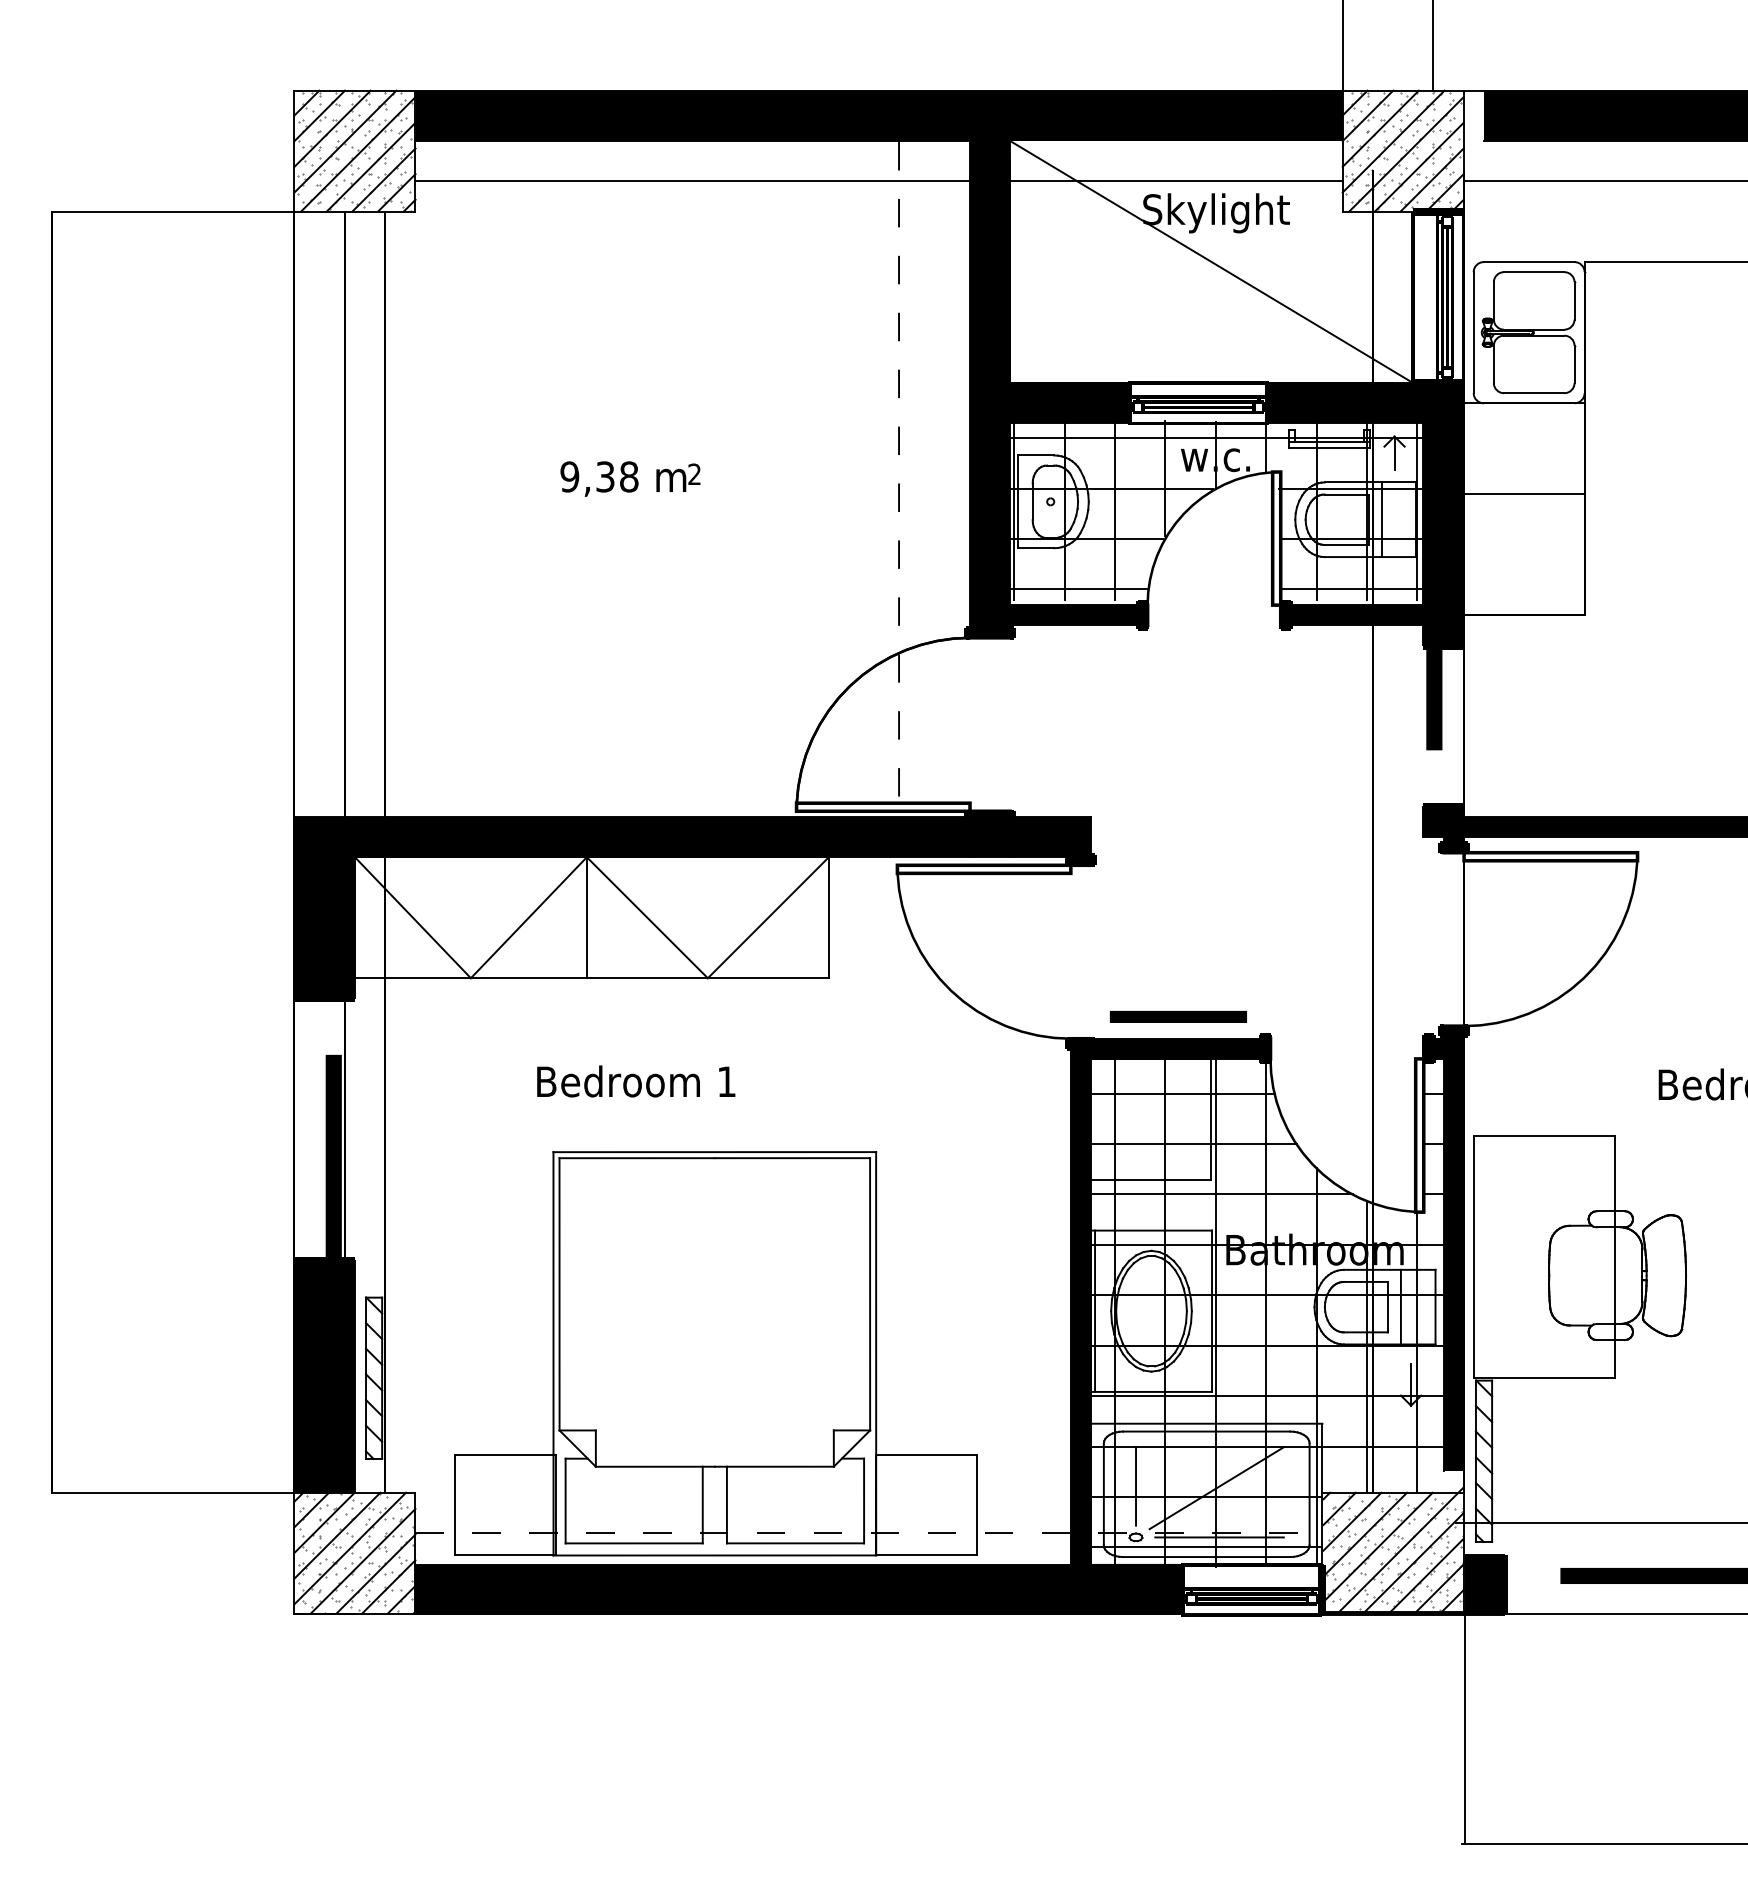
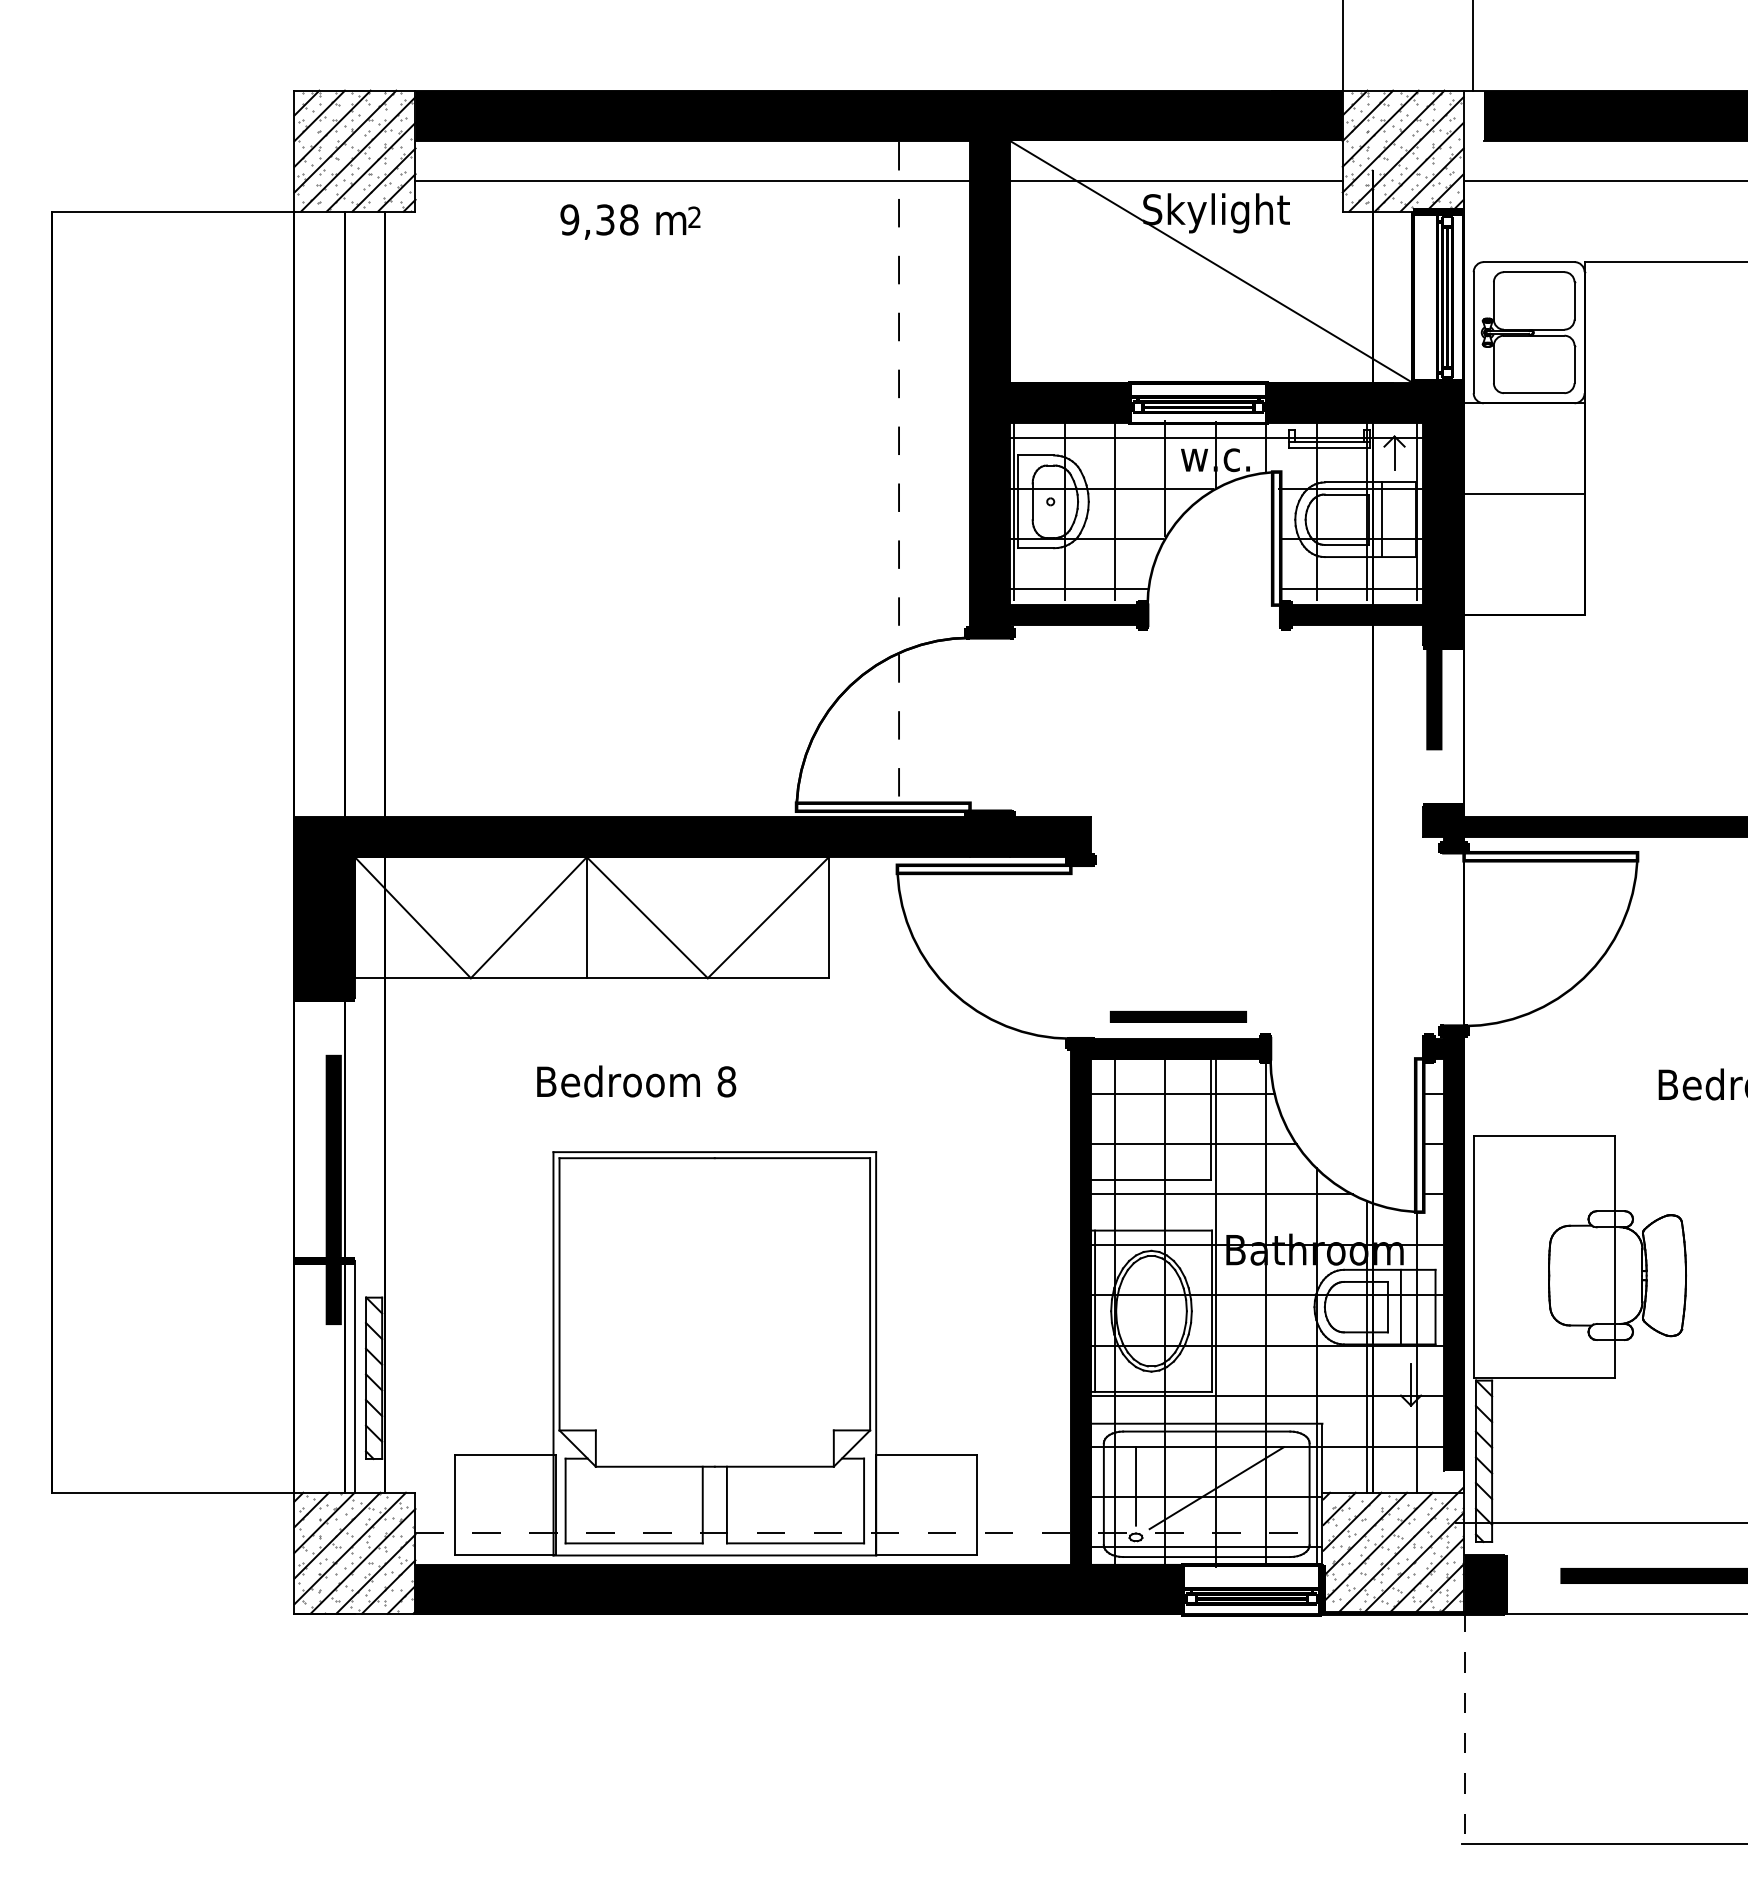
line at (1433, 46) position: (1433, 46) -> (1473, 46)
text at (630, 478) position: (630, 478) -> (630, 221)
text at (726, 1081): 1 -> 8
fill at (324, 1376): present -> none
line at (1219, 1537): present -> none
line at (1464, 1728): solid -> dashed
